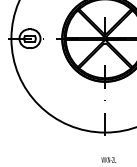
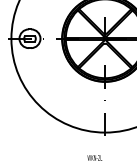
text at (108, 159) position: (108, 159) -> (94, 157)
